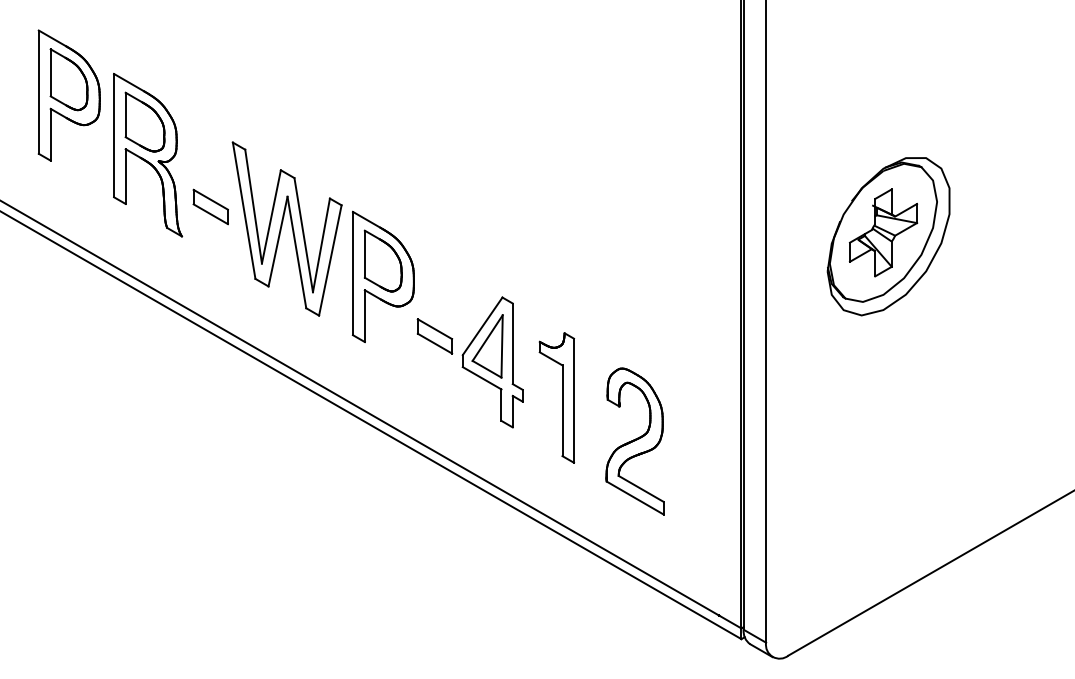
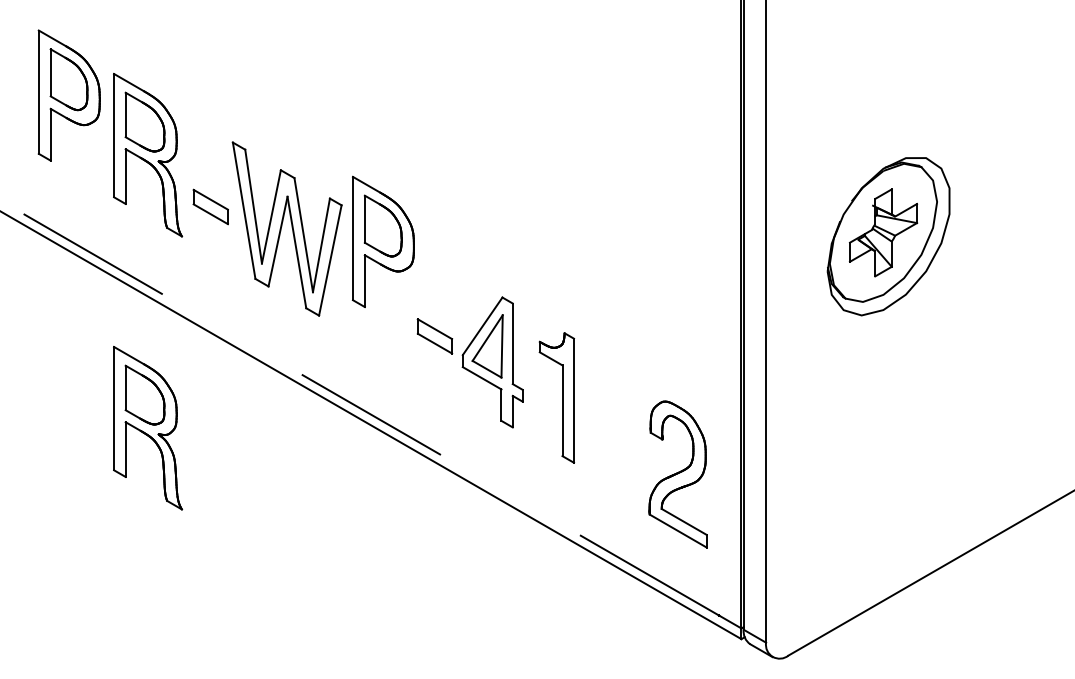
part at (382, 276) position: (382, 276) -> (382, 241)
line at (359, 408): solid -> dashed
part at (148, 428): none -> present
part at (634, 441) position: (634, 441) -> (677, 474)
